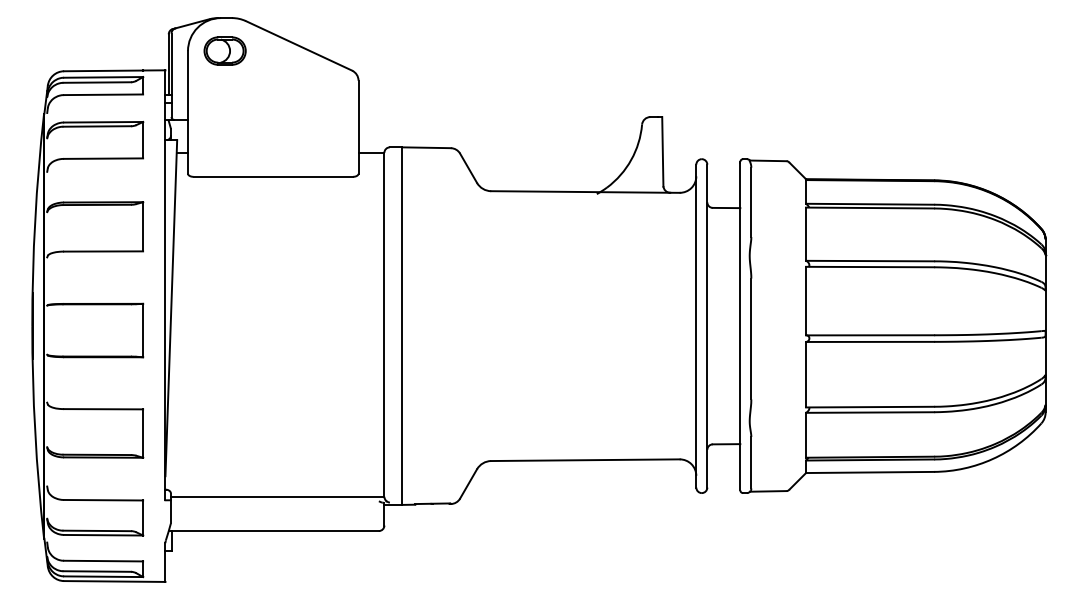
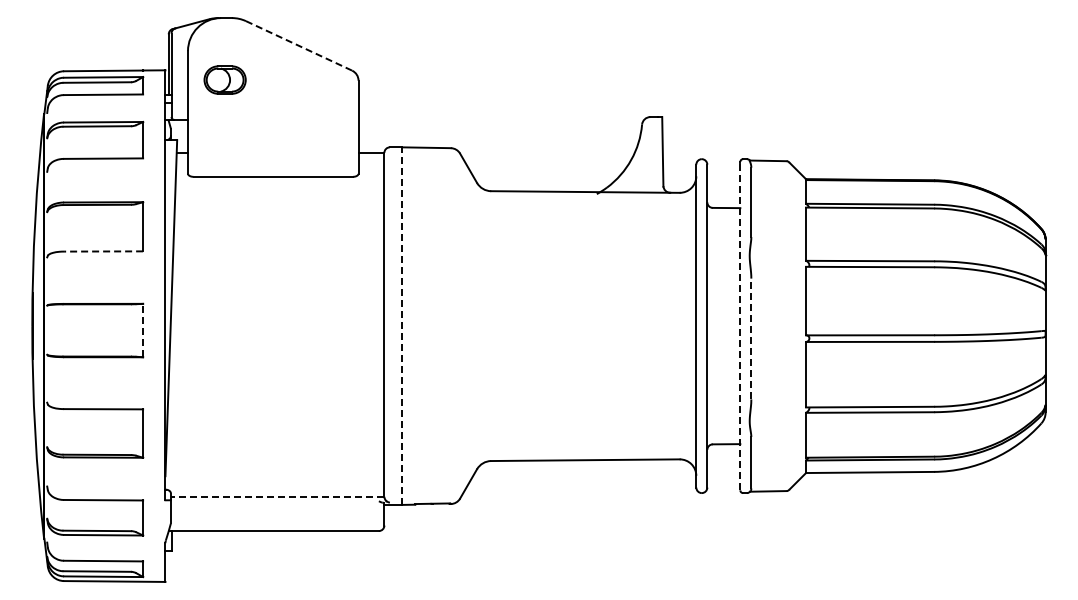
line at (299, 45): solid -> dashed
part at (224, 50) position: (224, 50) -> (224, 79)
line at (103, 251): solid -> dashed
line at (402, 326): solid -> dashed
line at (740, 326): solid -> dashed
line at (143, 330): solid -> dashed
line at (751, 338): solid -> dashed
line at (277, 496): solid -> dashed
